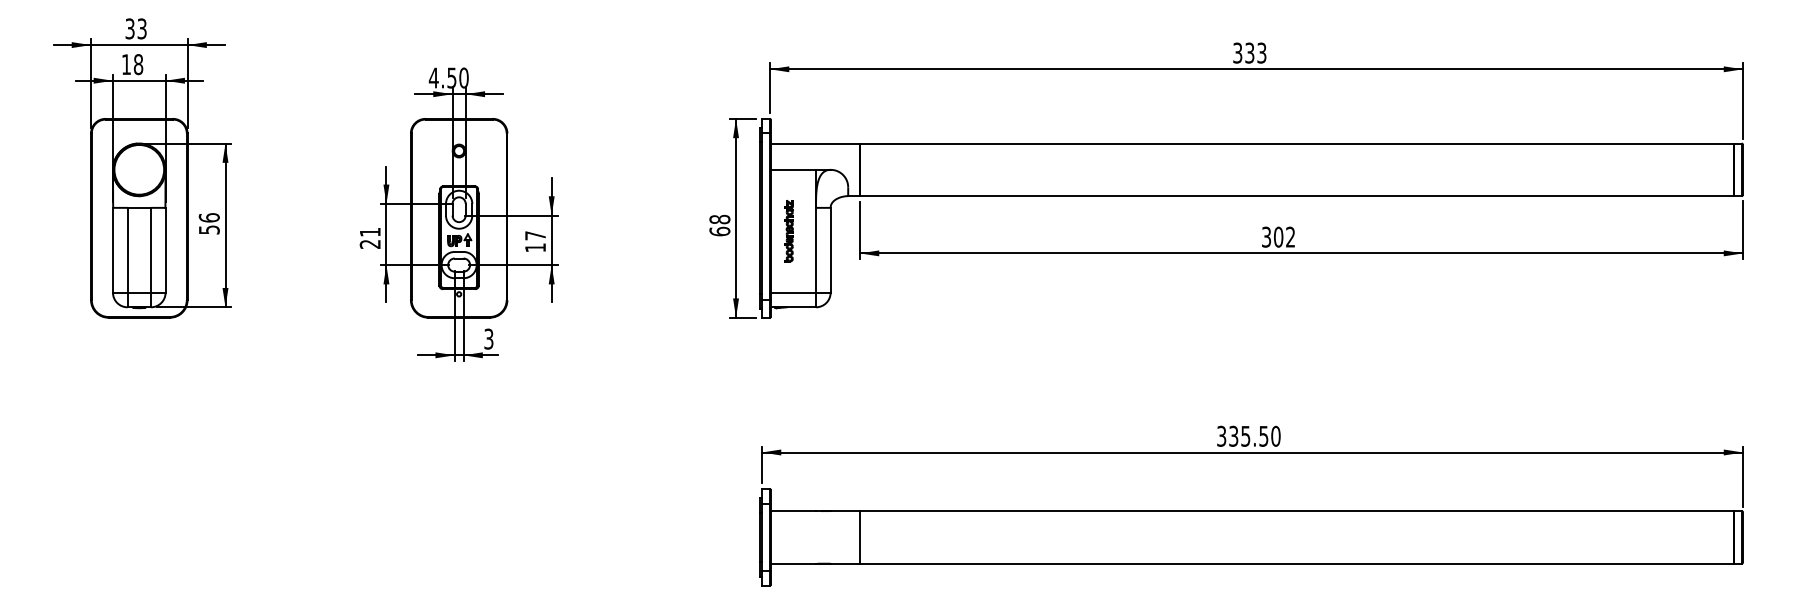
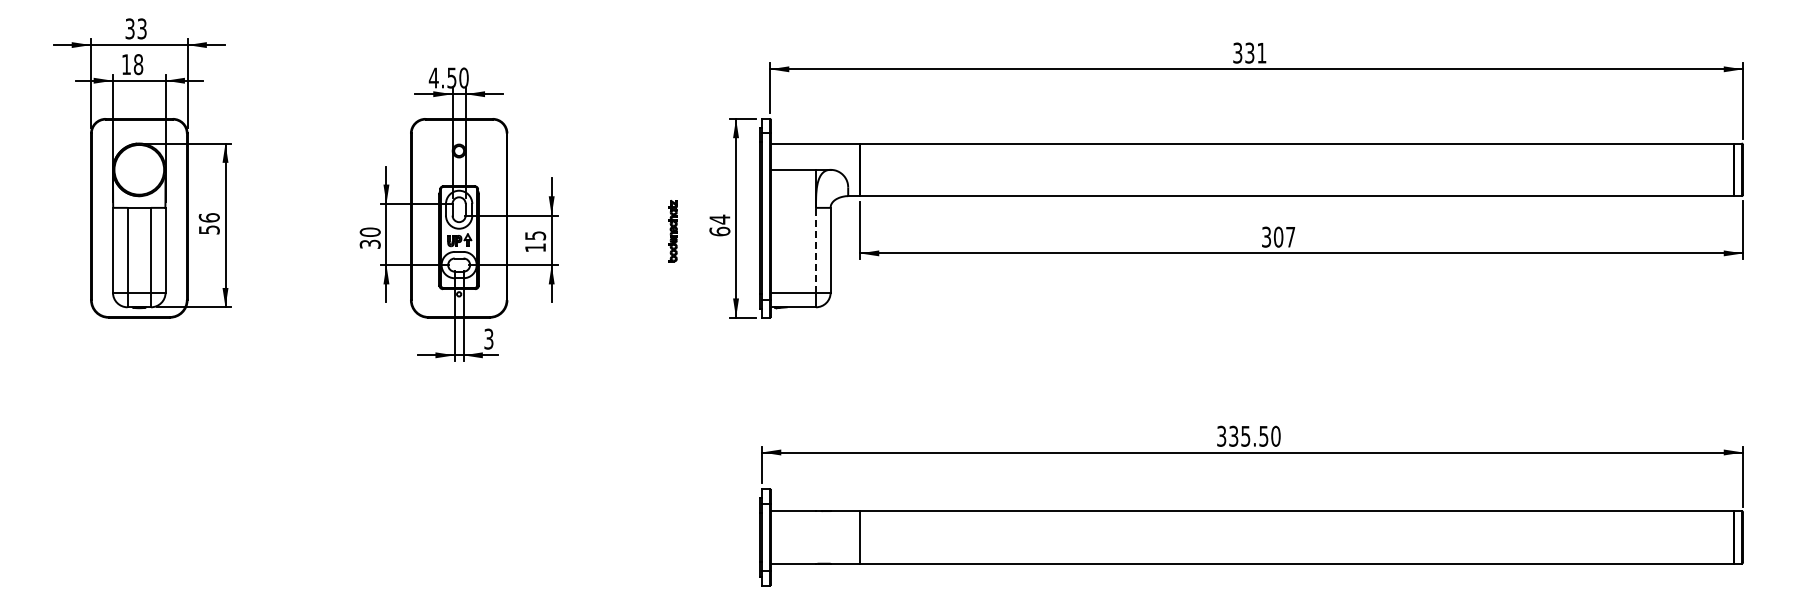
text at (1261, 52): 333 -> 331
text at (719, 219): 68 -> 64
part at (788, 231) position: (788, 231) -> (672, 231)
text at (535, 235): 17 -> 15
text at (1290, 236): 302 -> 307
text at (369, 237): 21 -> 30
line at (816, 249): solid -> dashed
